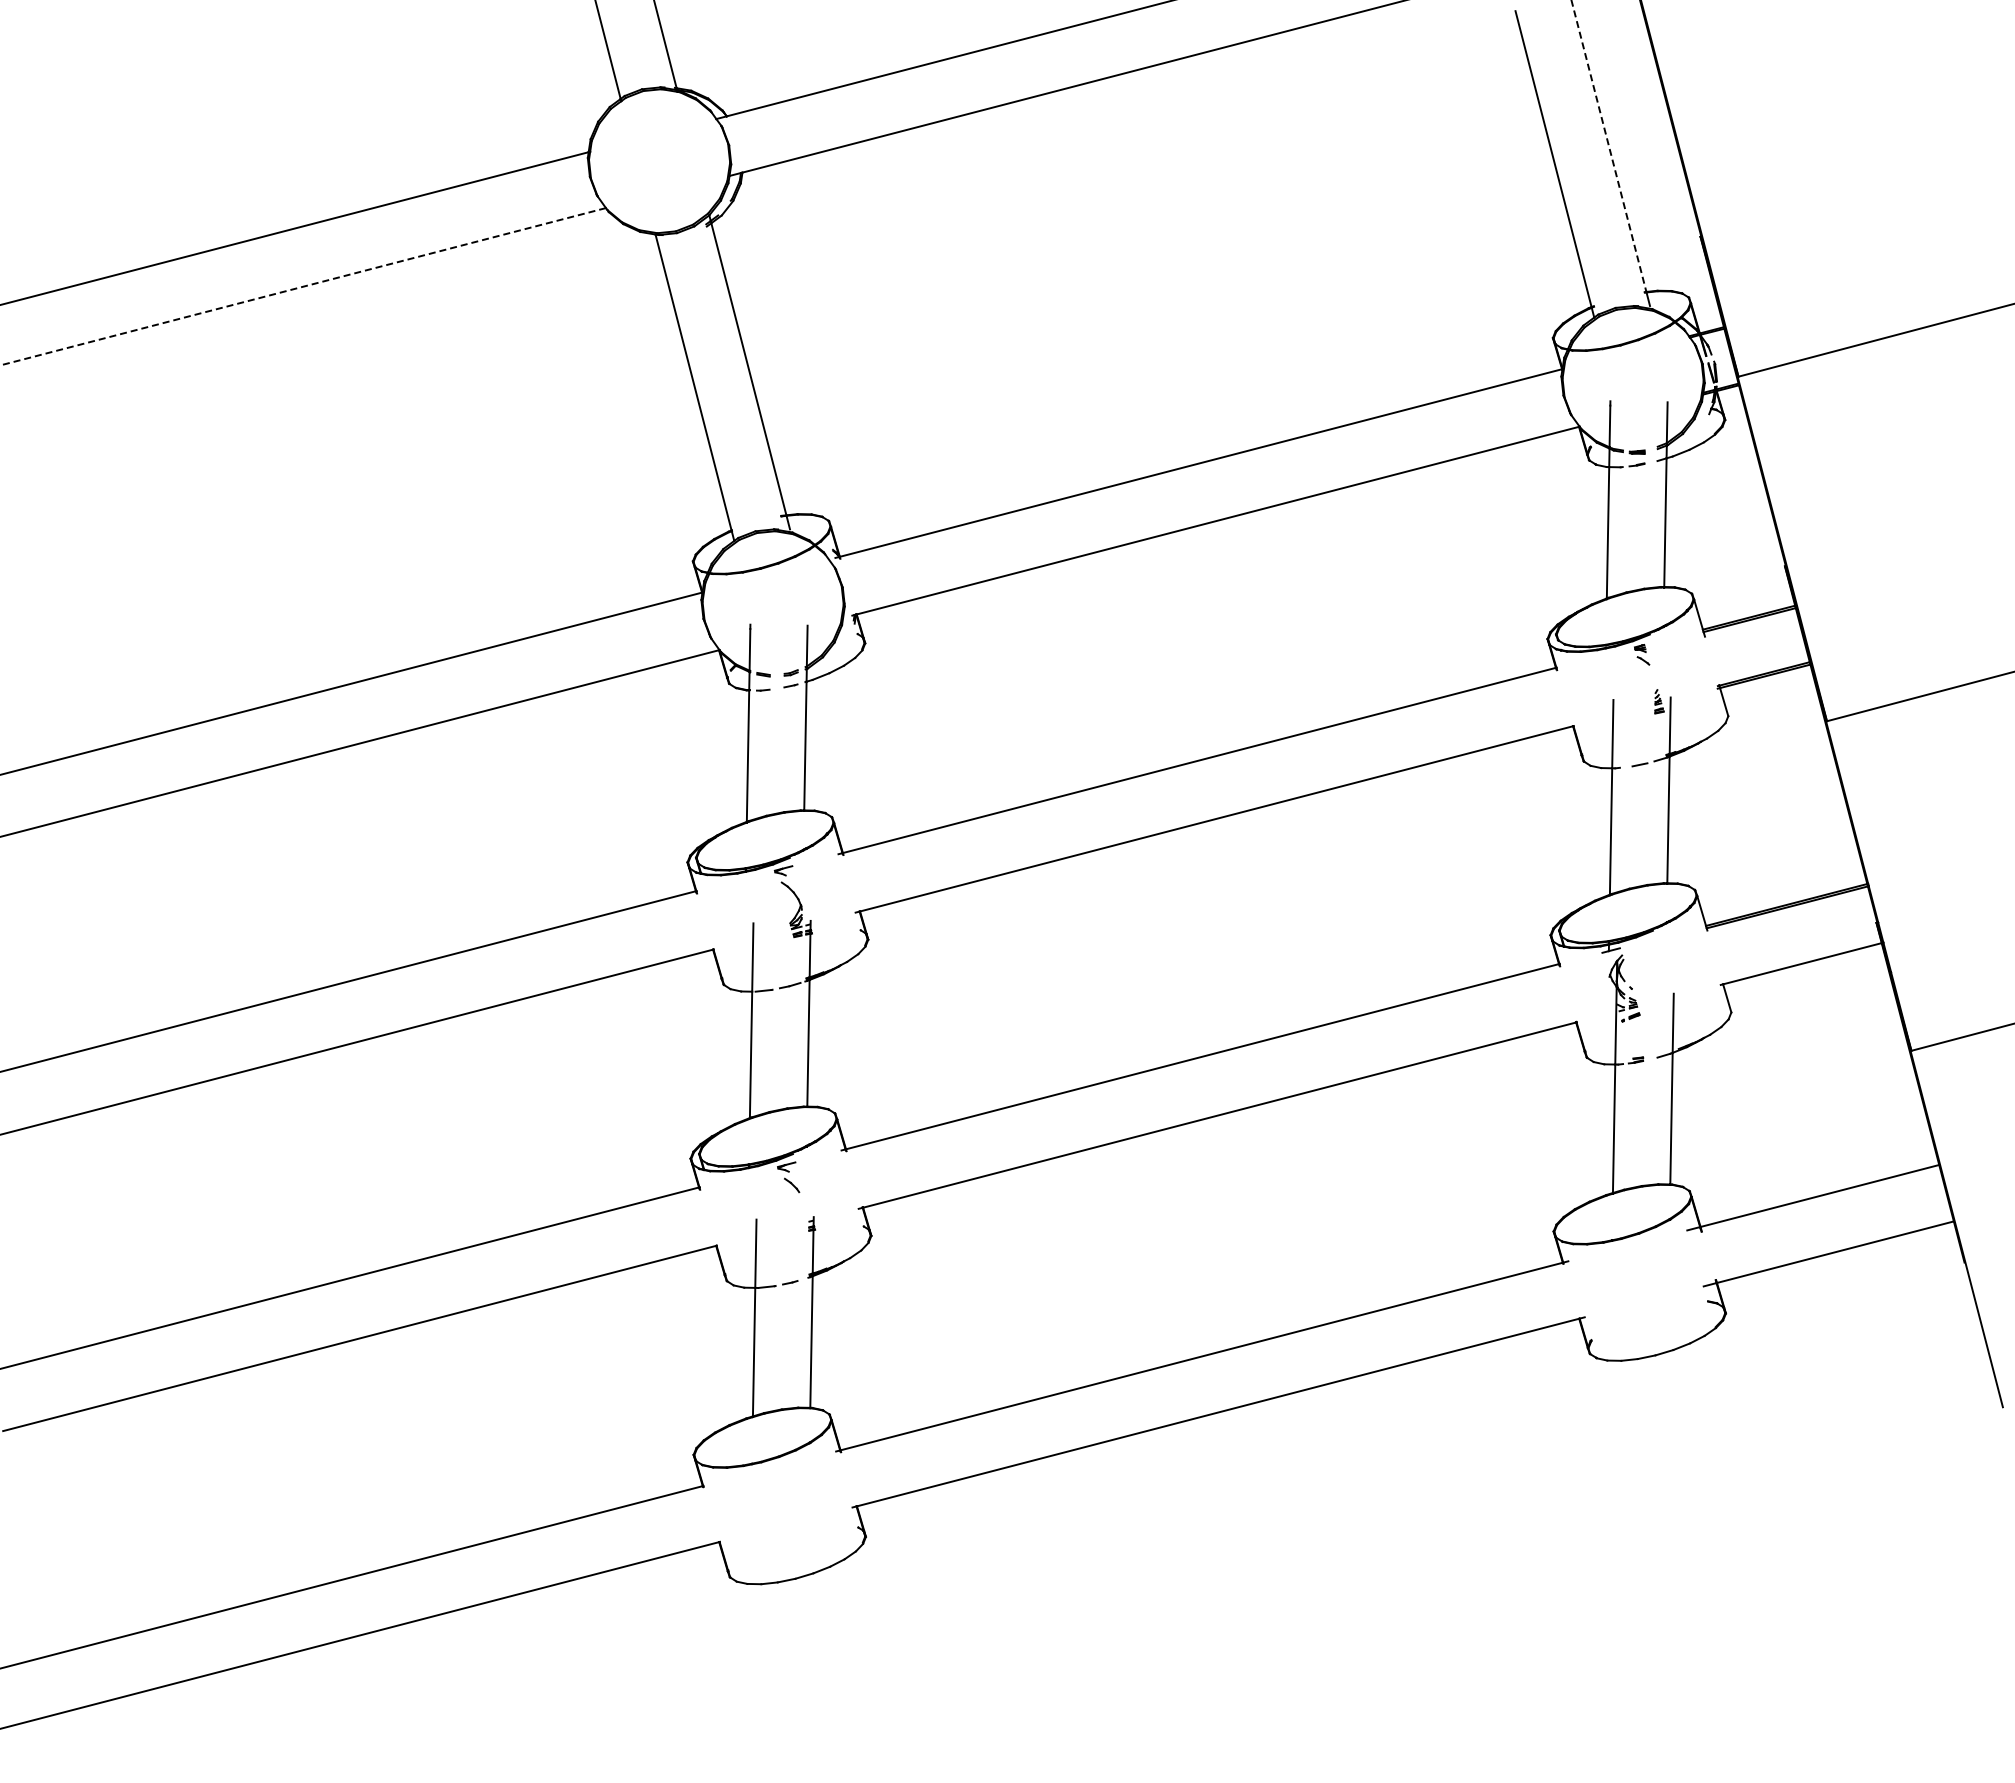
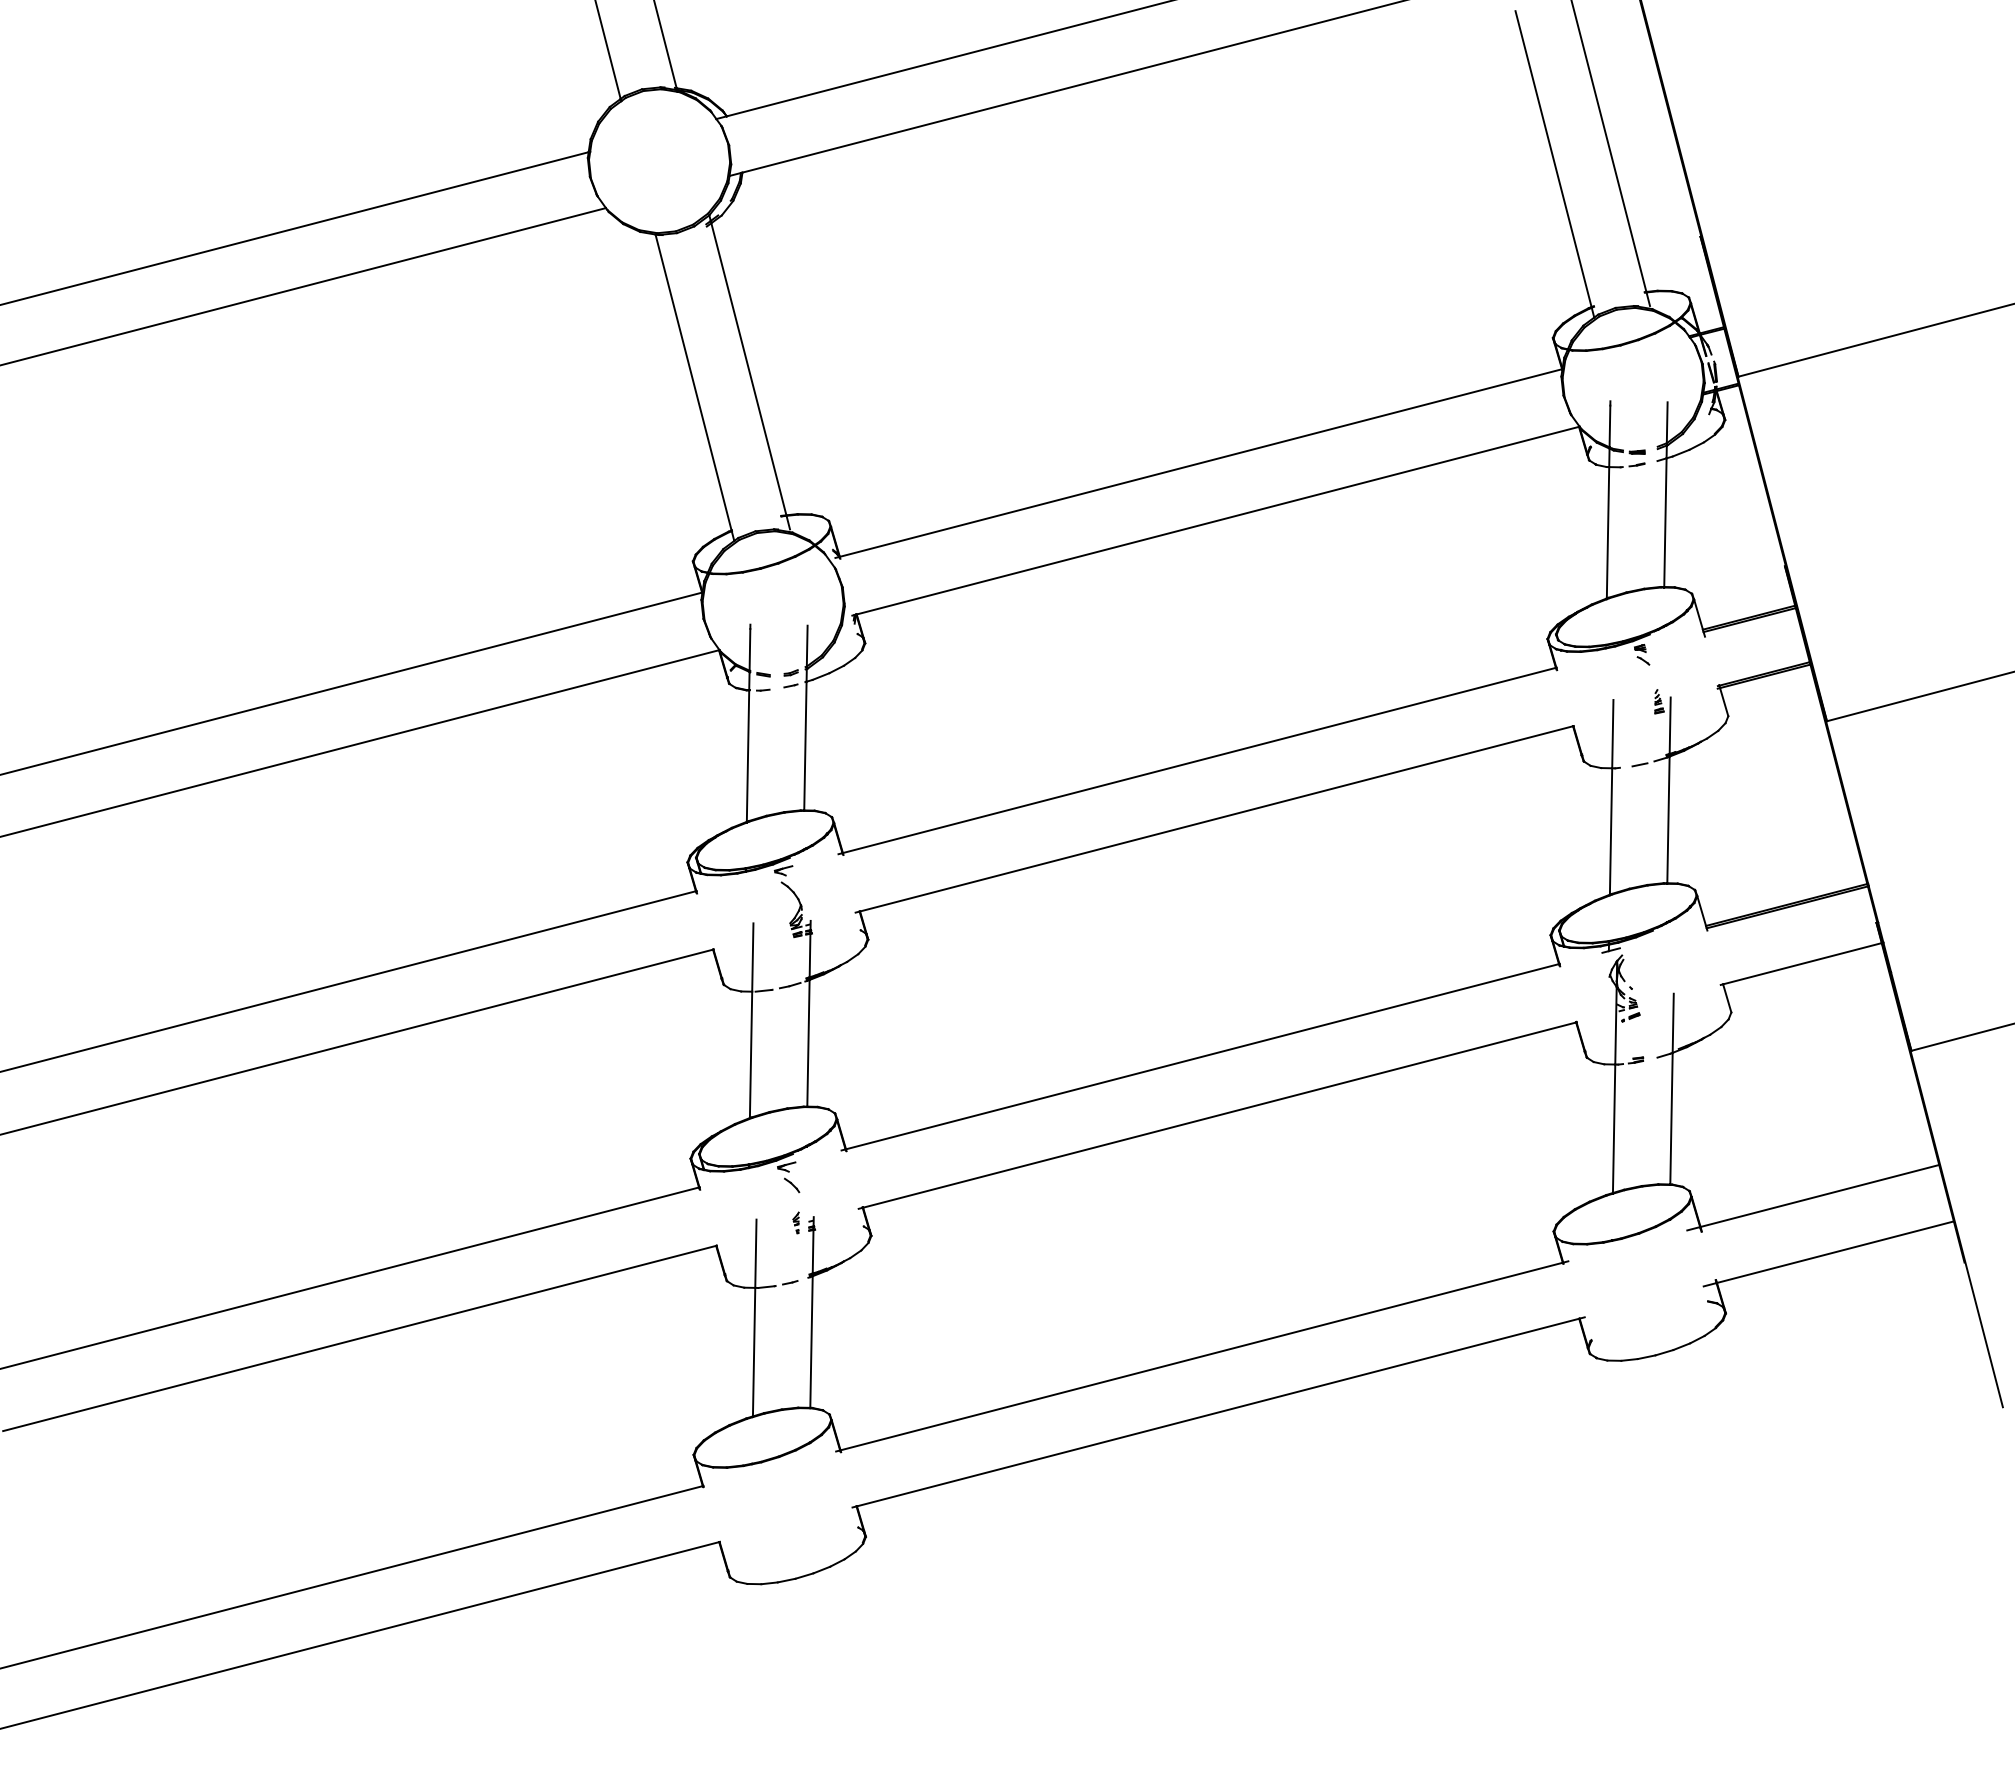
line at (1609, 146): dashed -> solid
line at (303, 286): dashed -> solid
part at (795, 1222): none -> present
